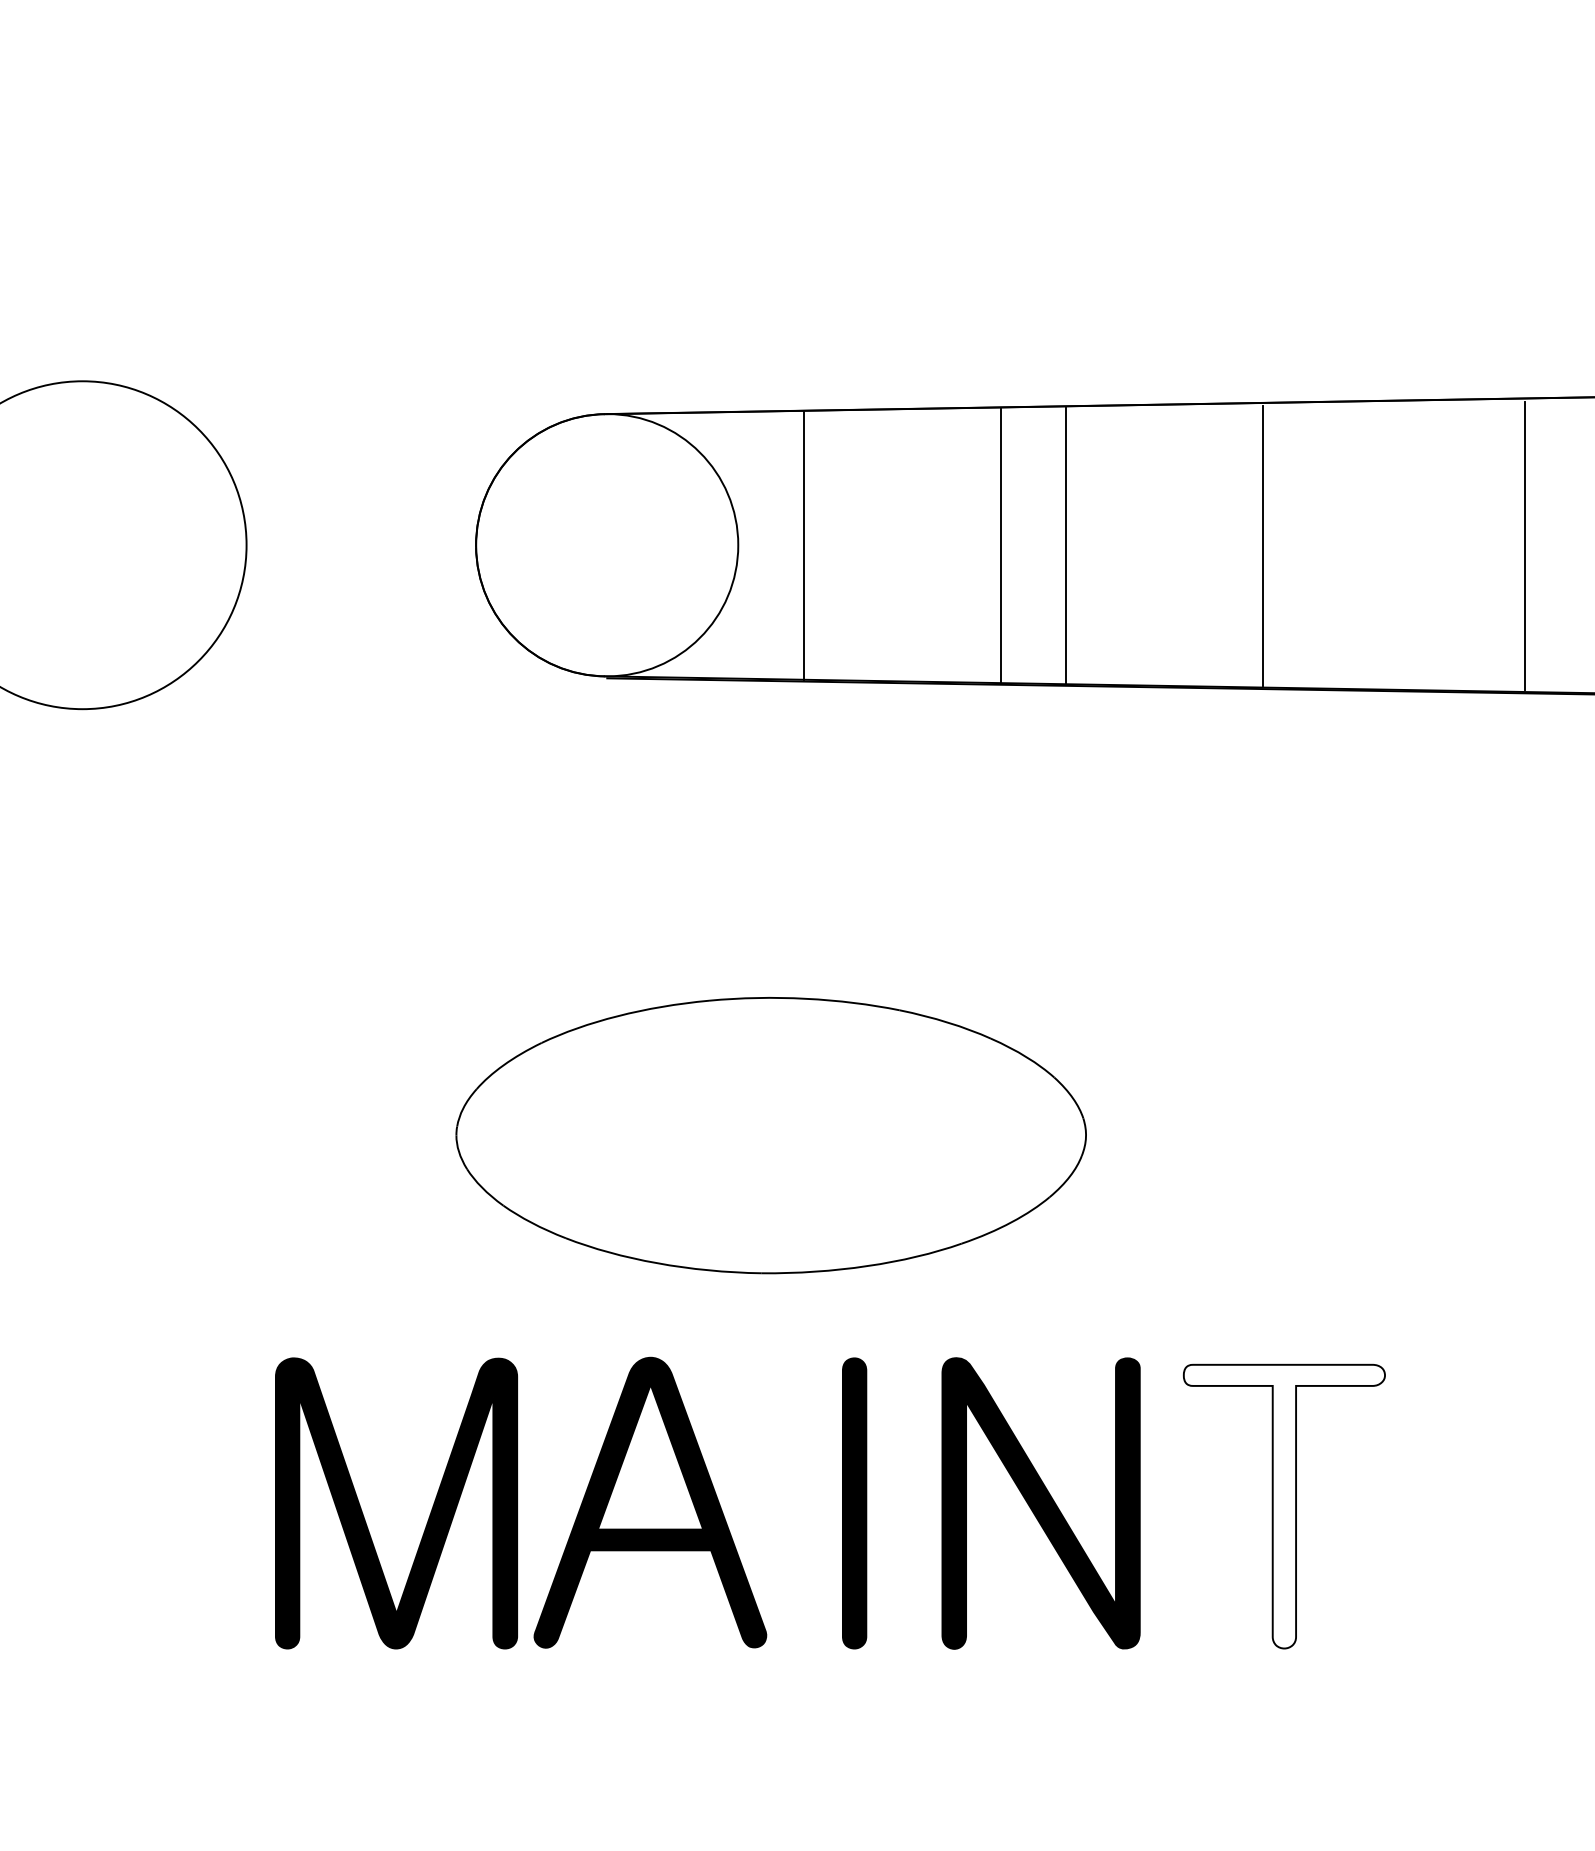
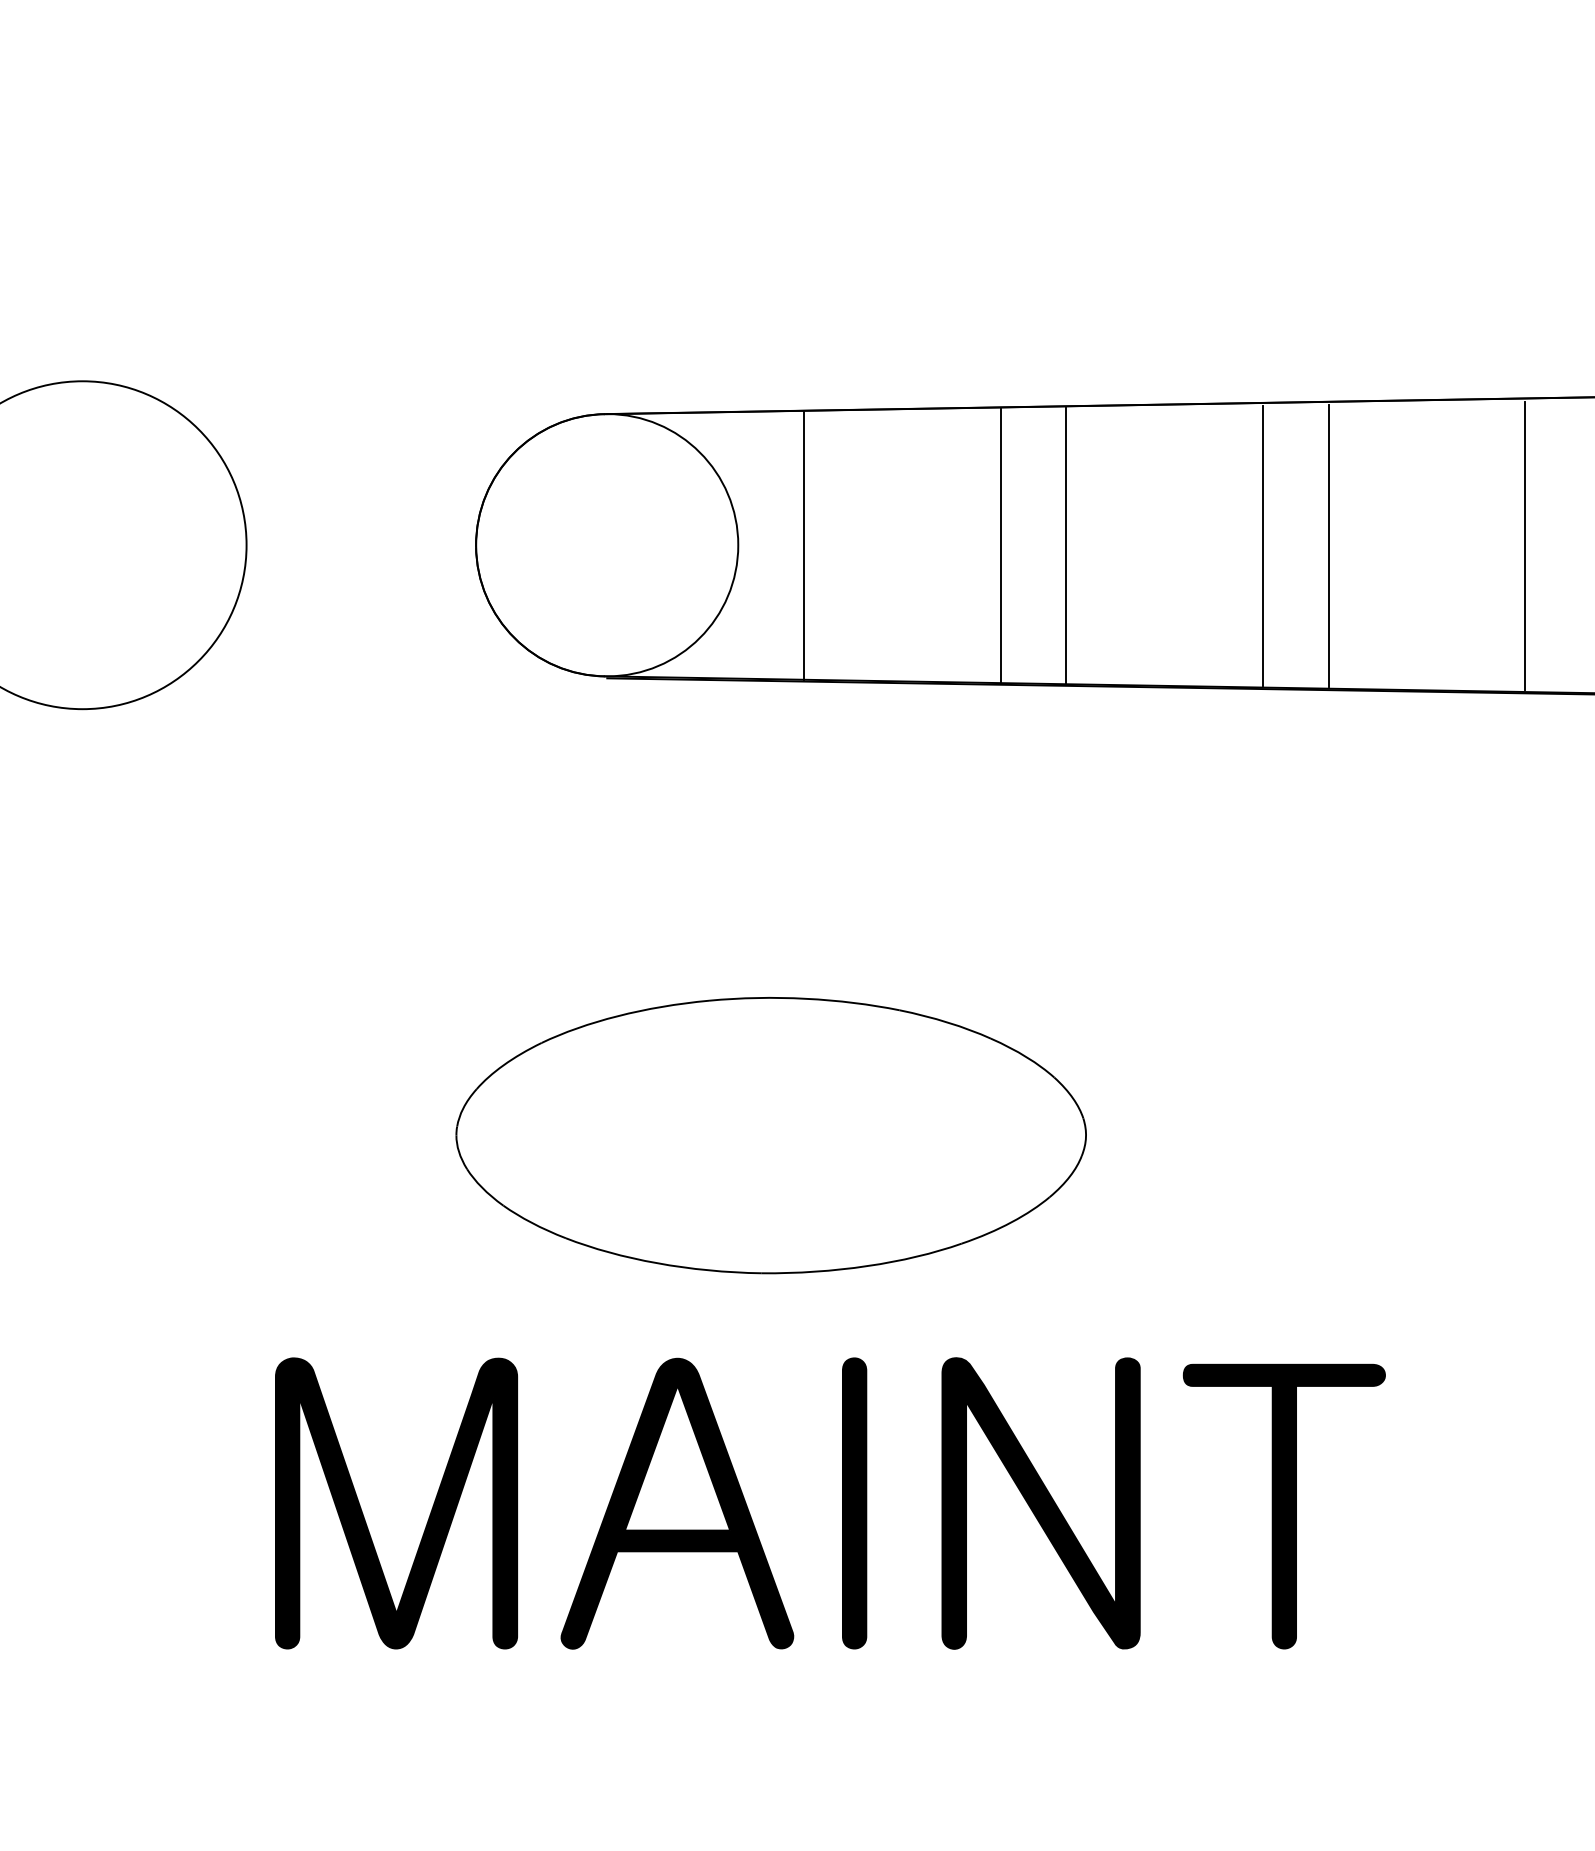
line at (1328, 545): none -> present
part at (650, 1502) position: (650, 1502) -> (677, 1503)
fill at (1284, 1506): none -> present
